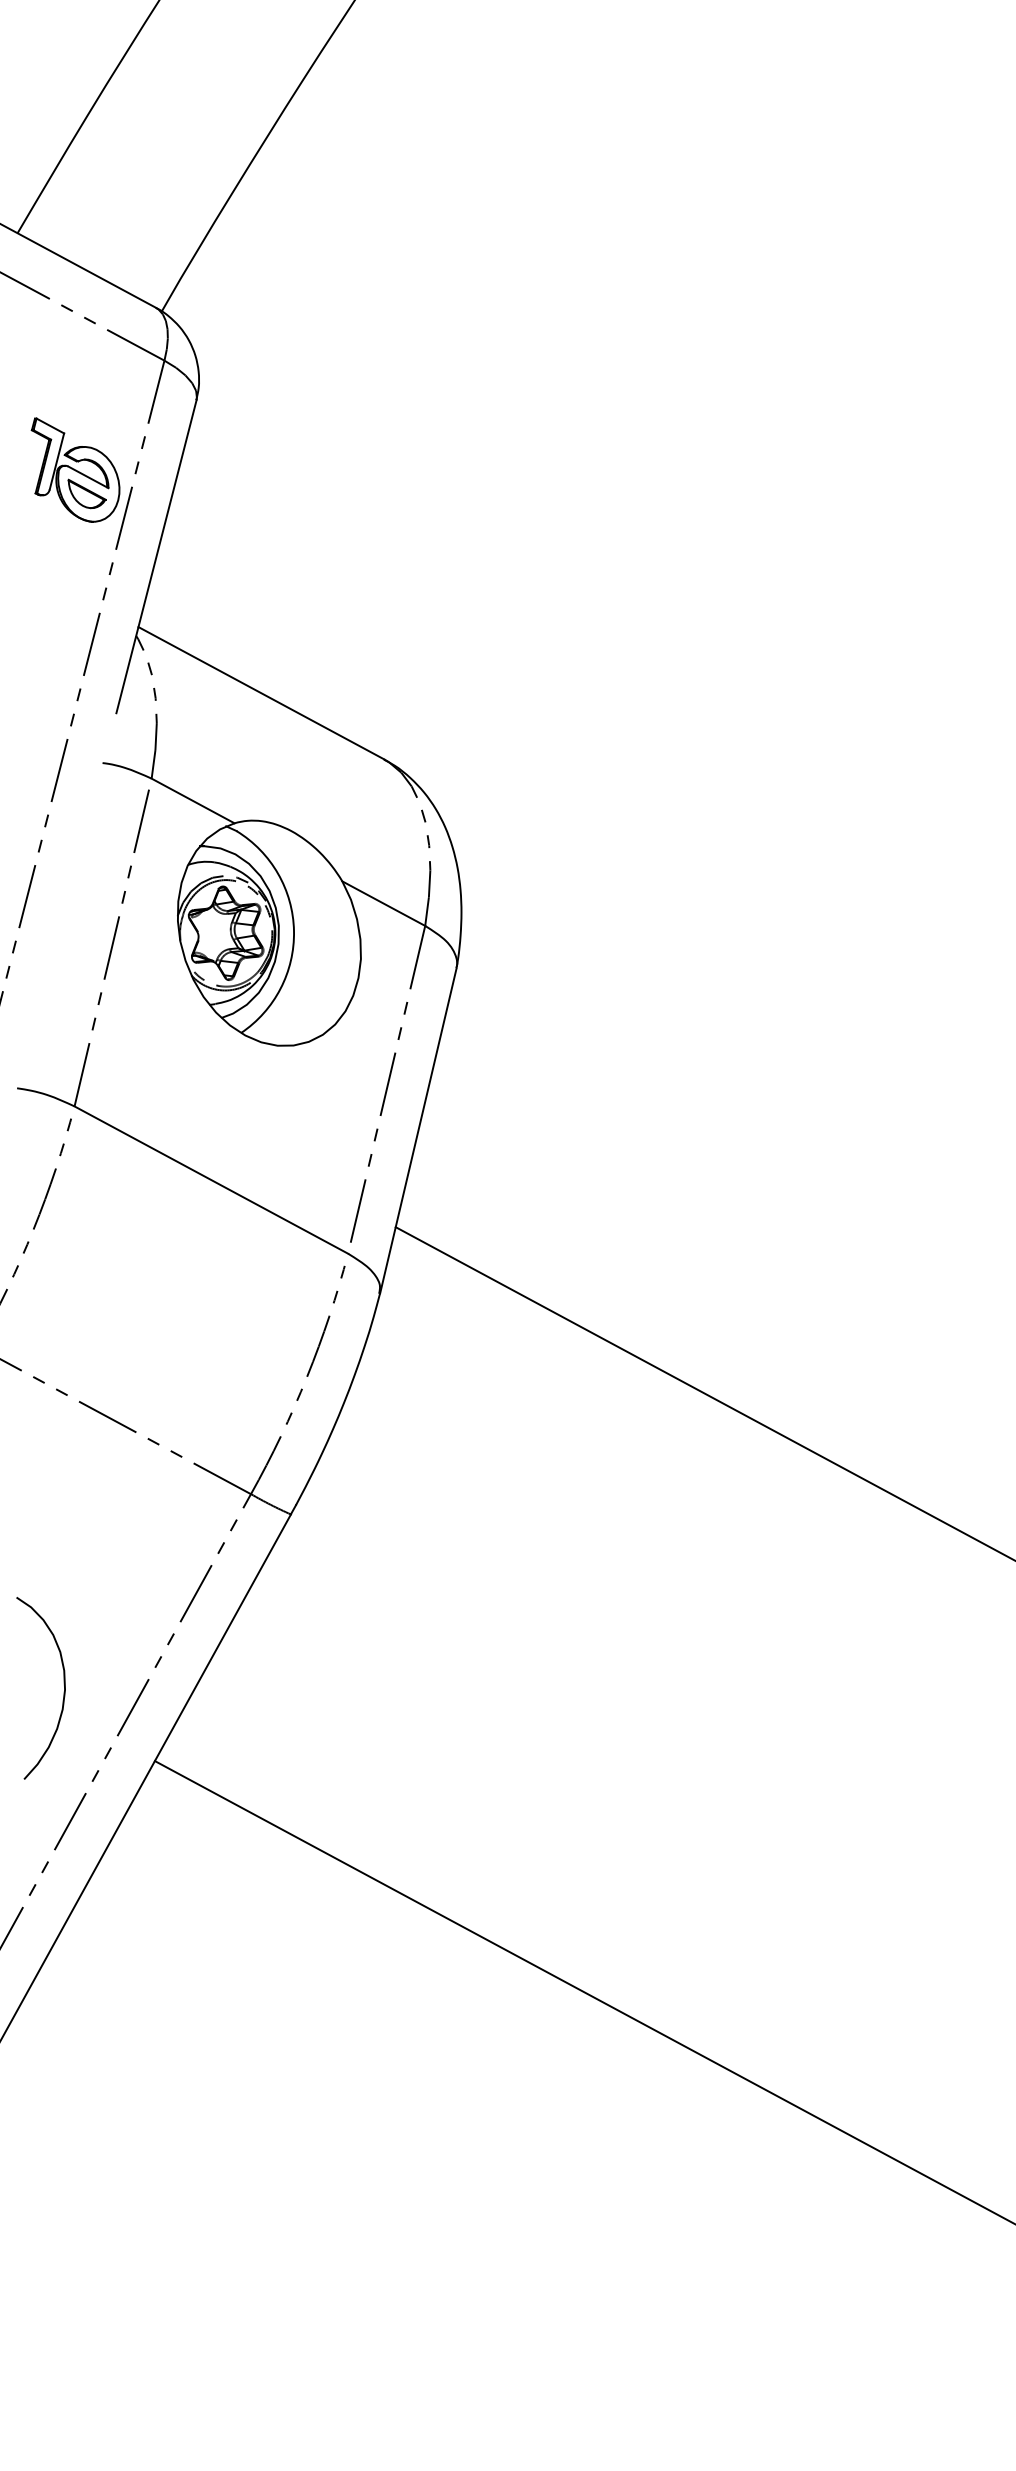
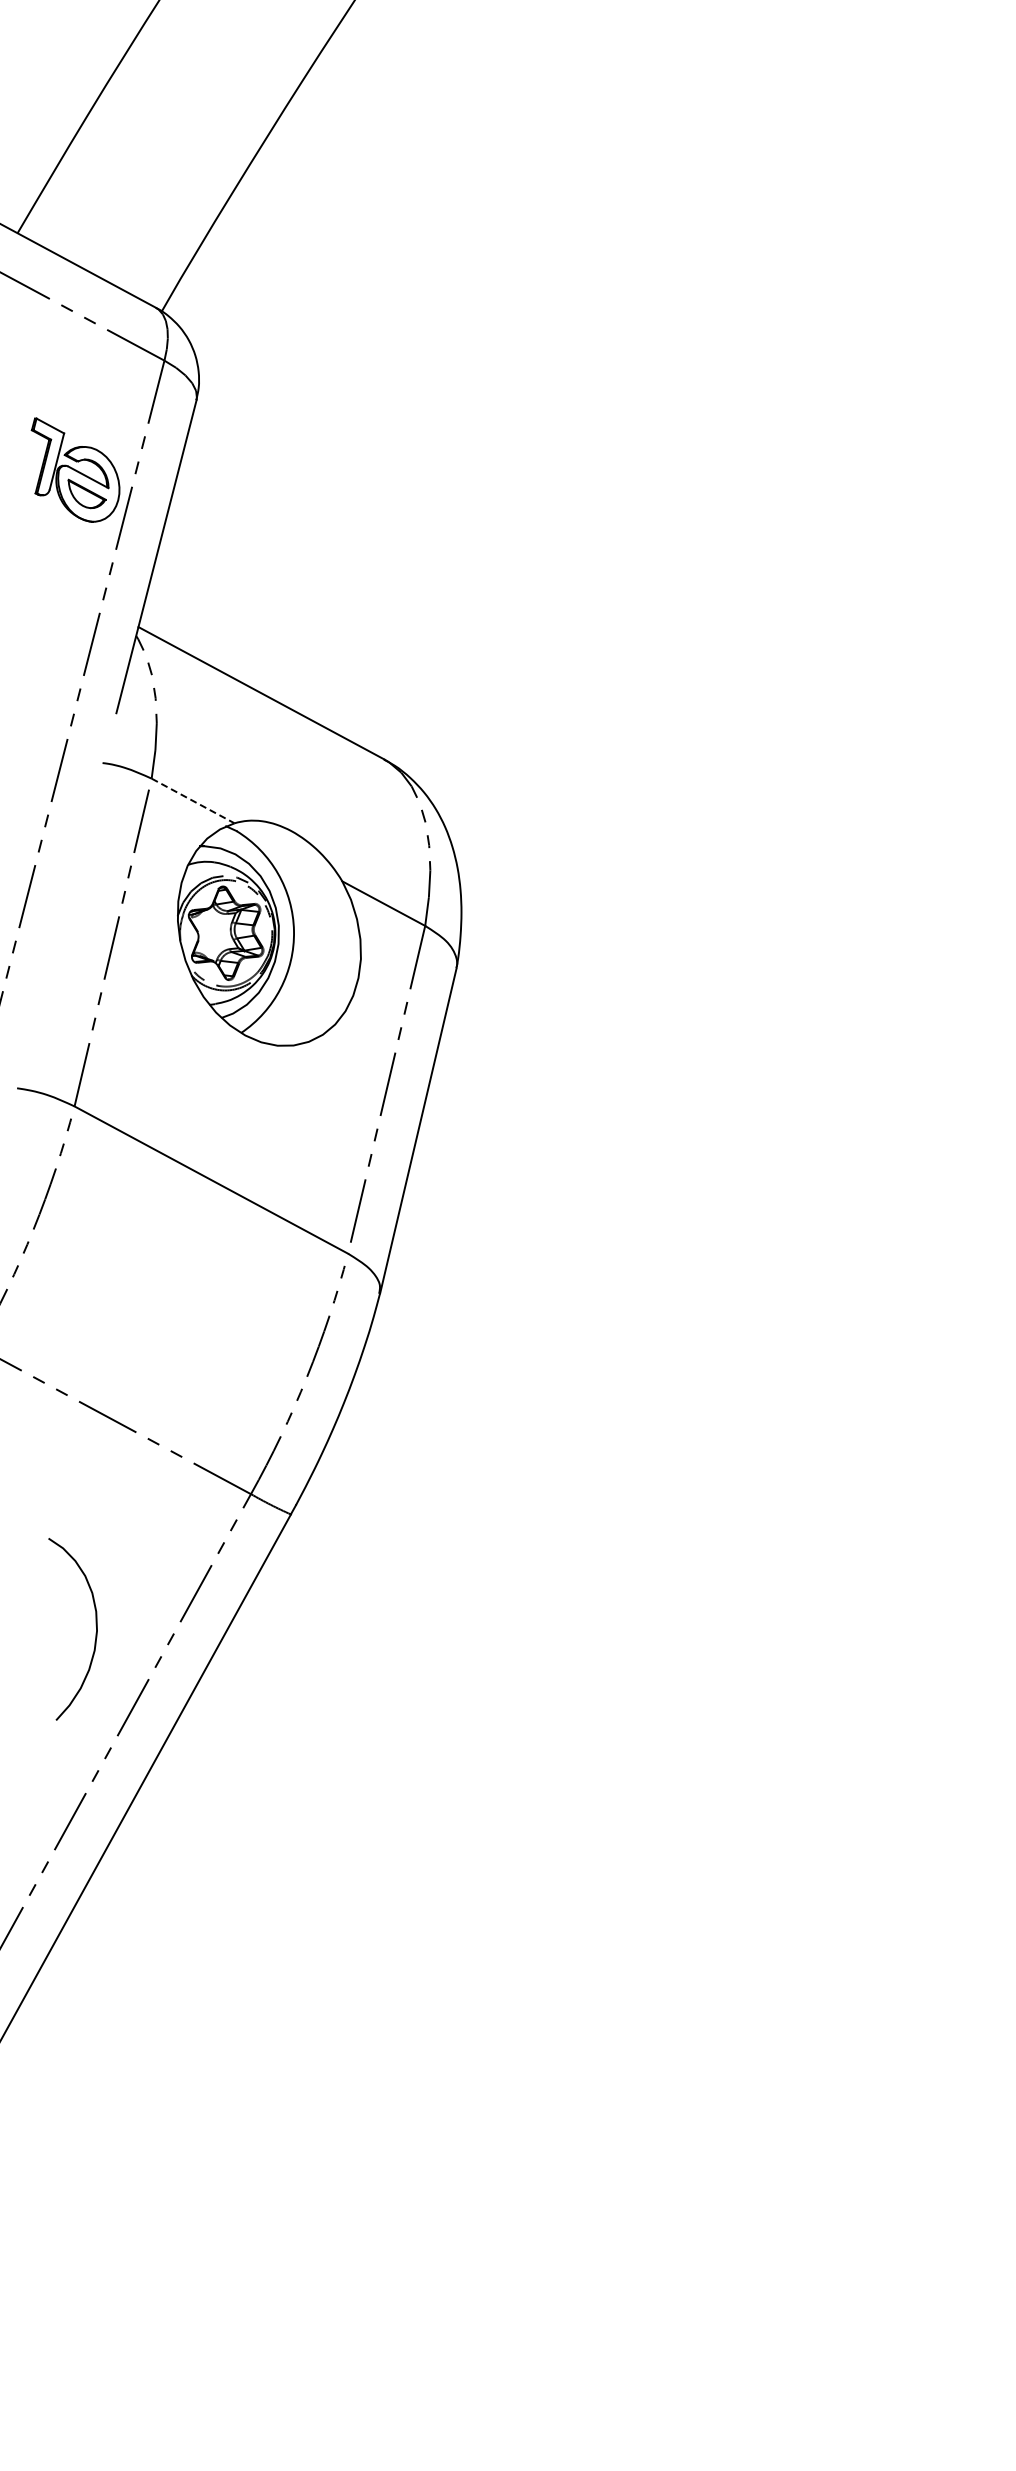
line at (193, 801): solid -> dashed
line at (703, 1393): present -> none
curve at (63, 1684) position: (63, 1684) -> (95, 1625)
line at (583, 1991): present -> none
